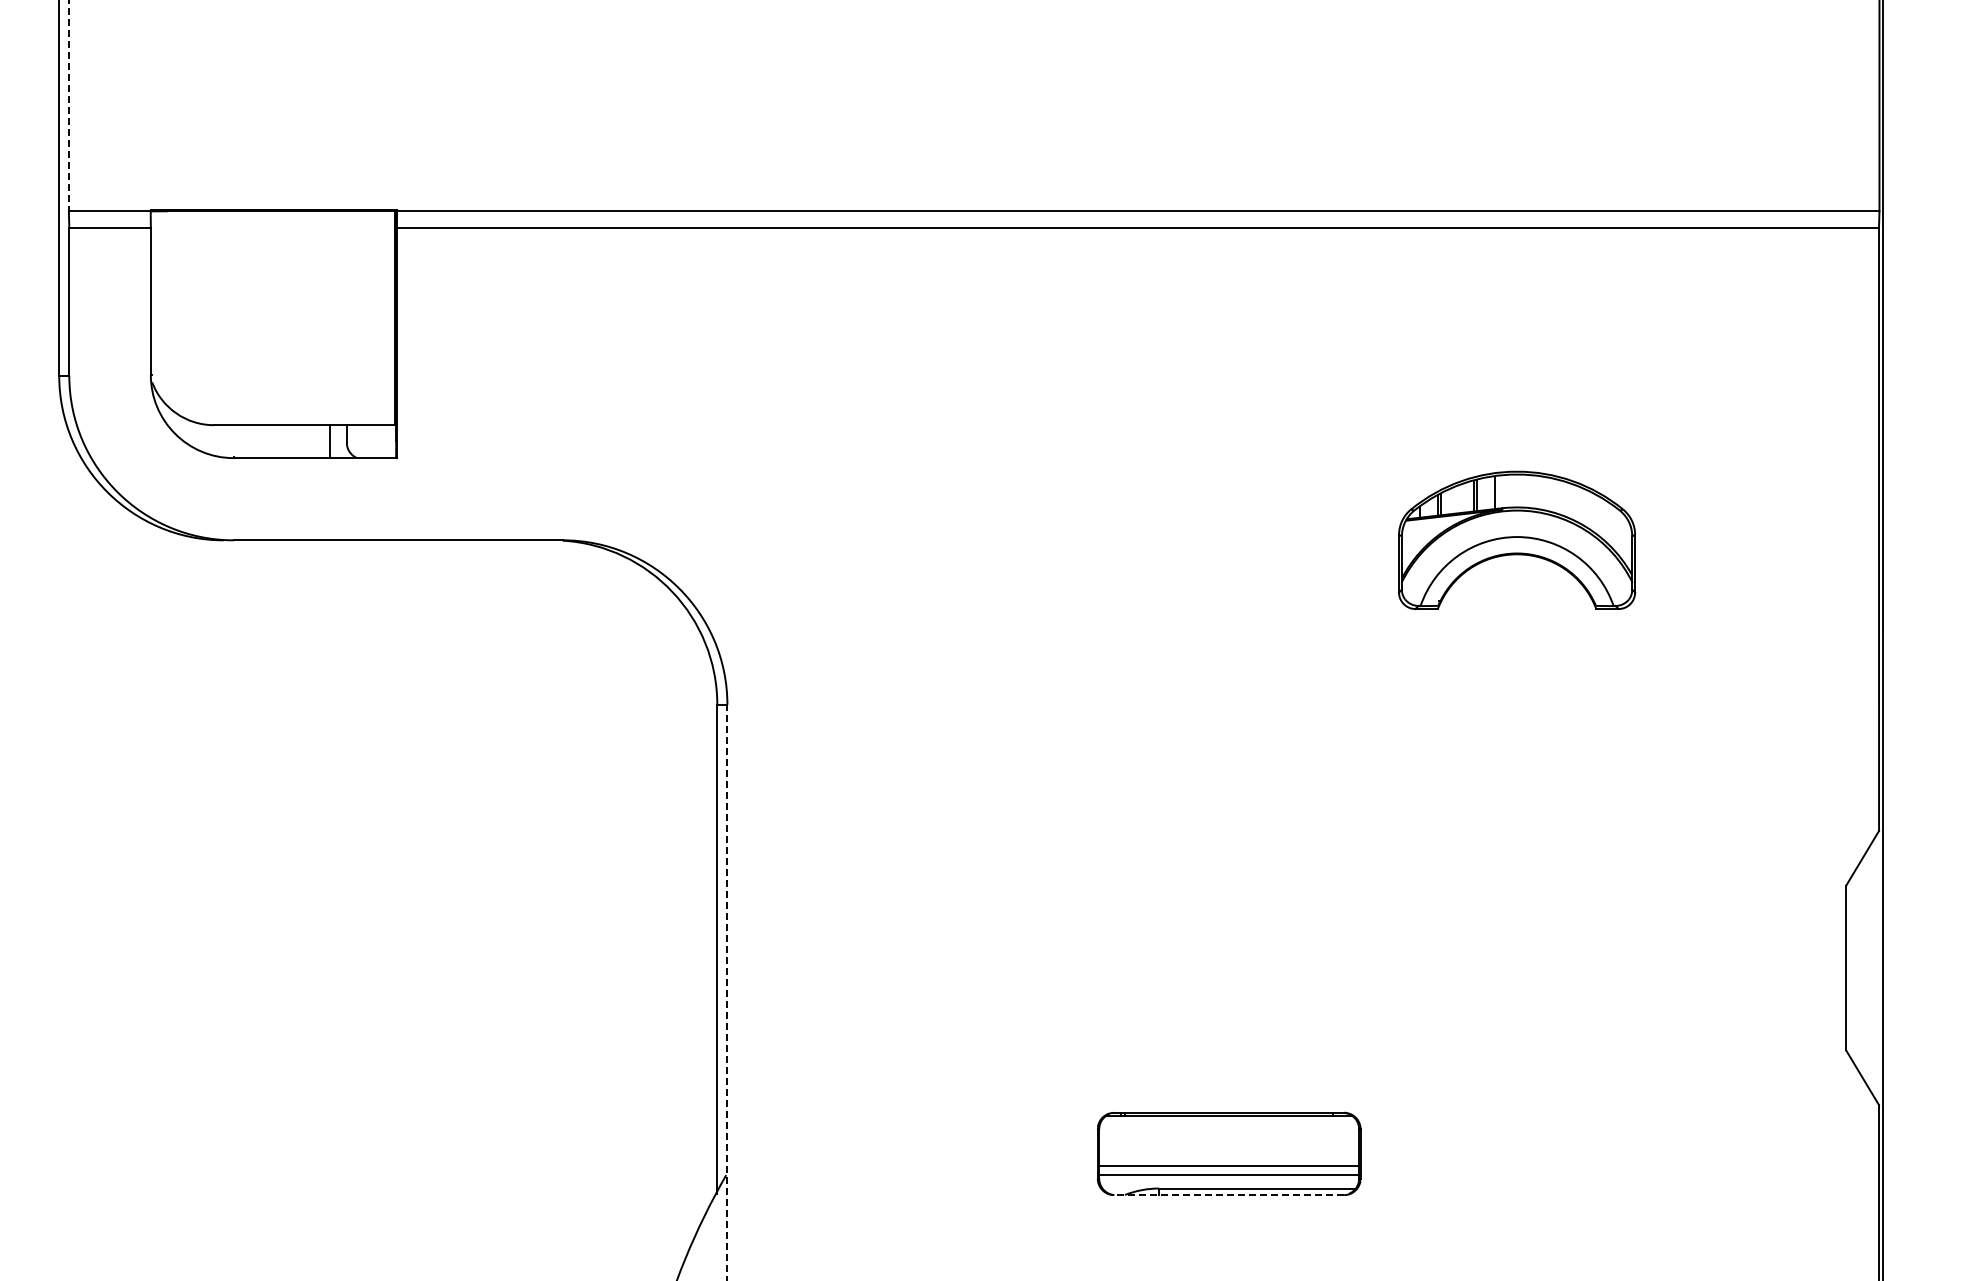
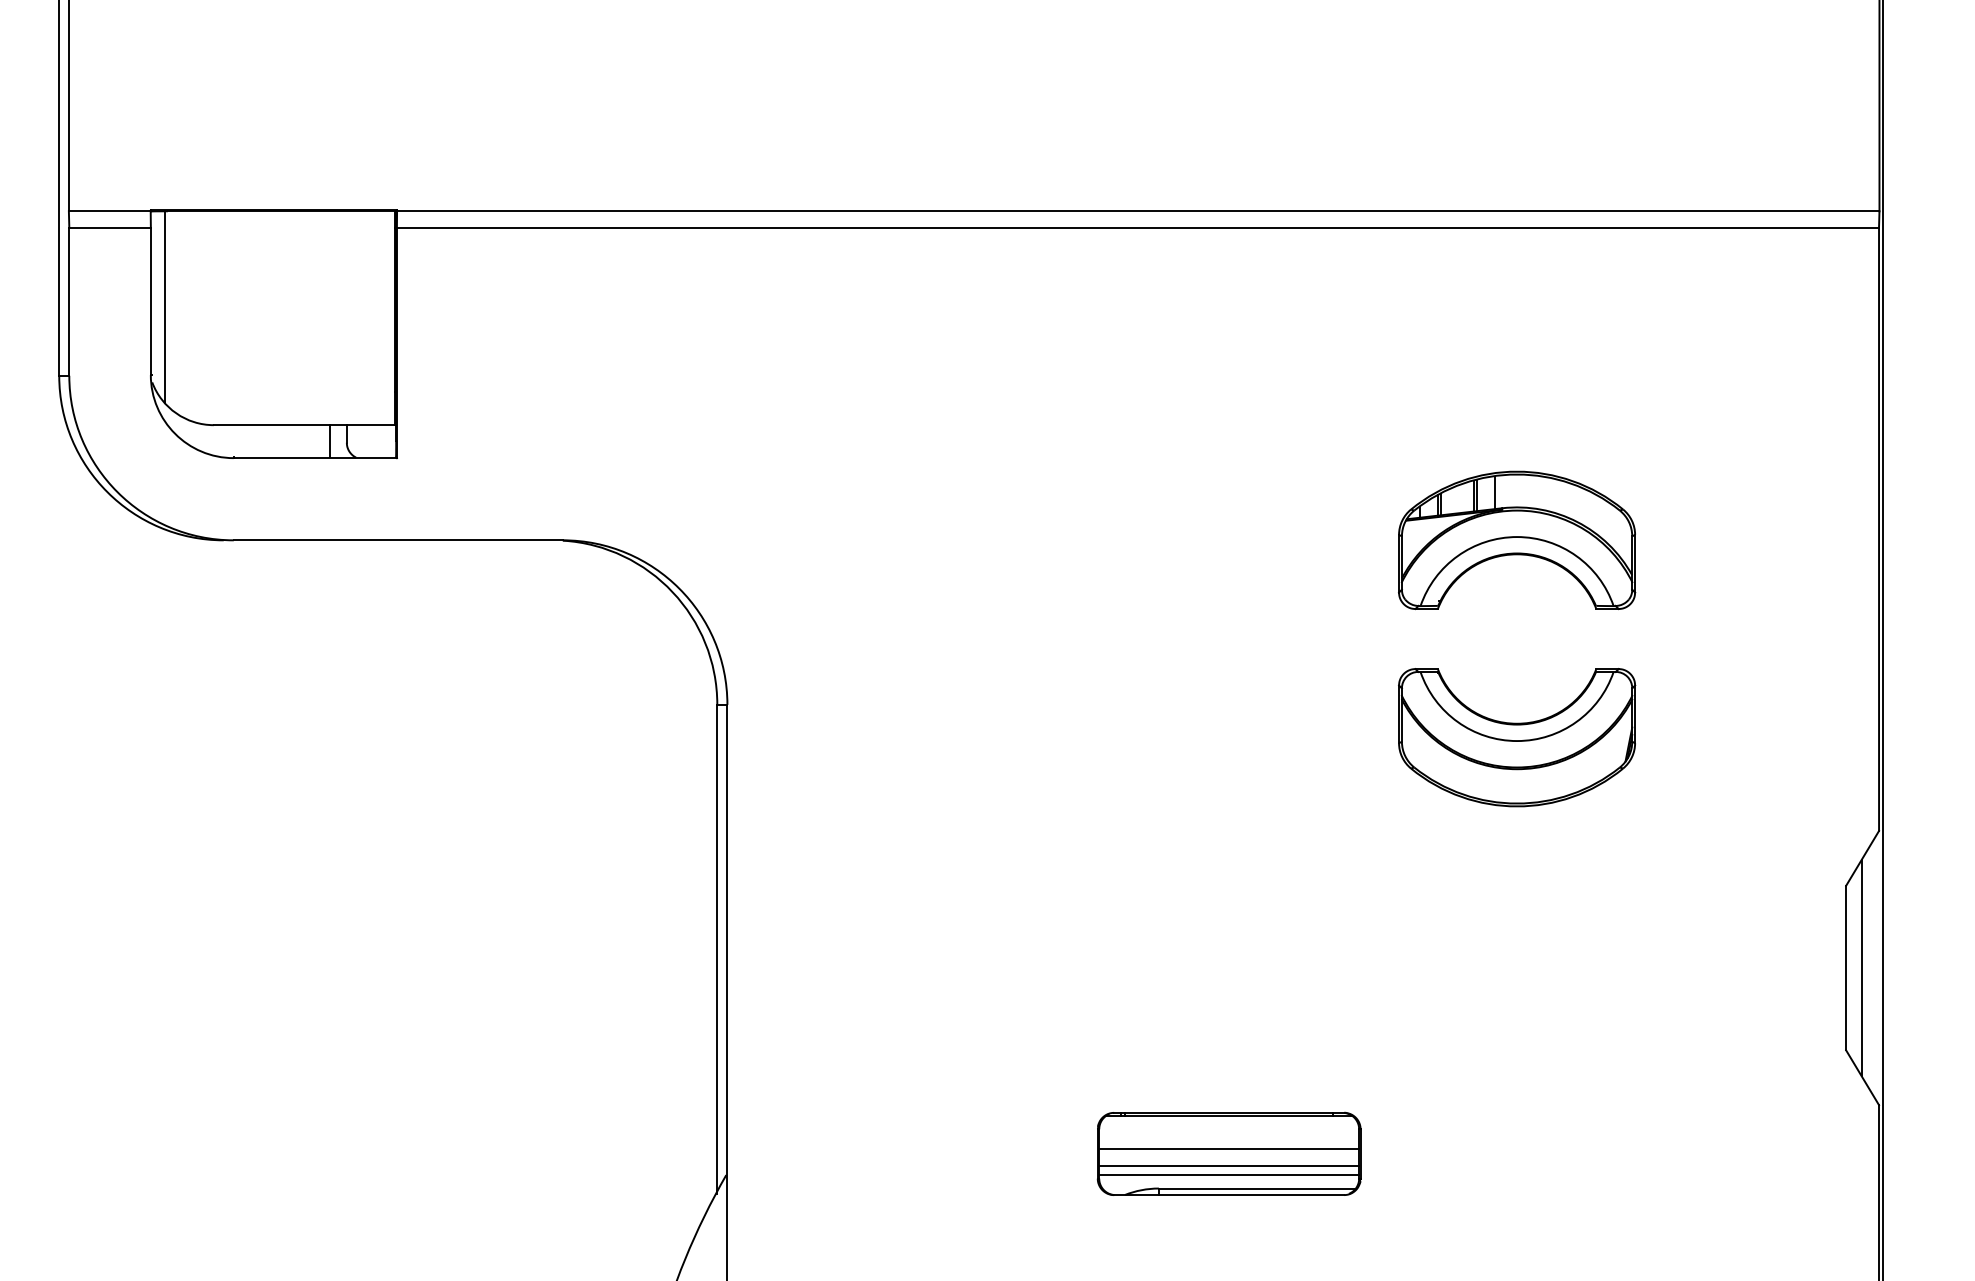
line at (68, 106): dashed -> solid
line at (164, 306): none -> present
part at (1517, 737): none -> present
line at (1861, 967): none -> present
line at (727, 992): dashed -> solid
line at (1229, 1149): none -> present
line at (1229, 1195): dashed -> solid
